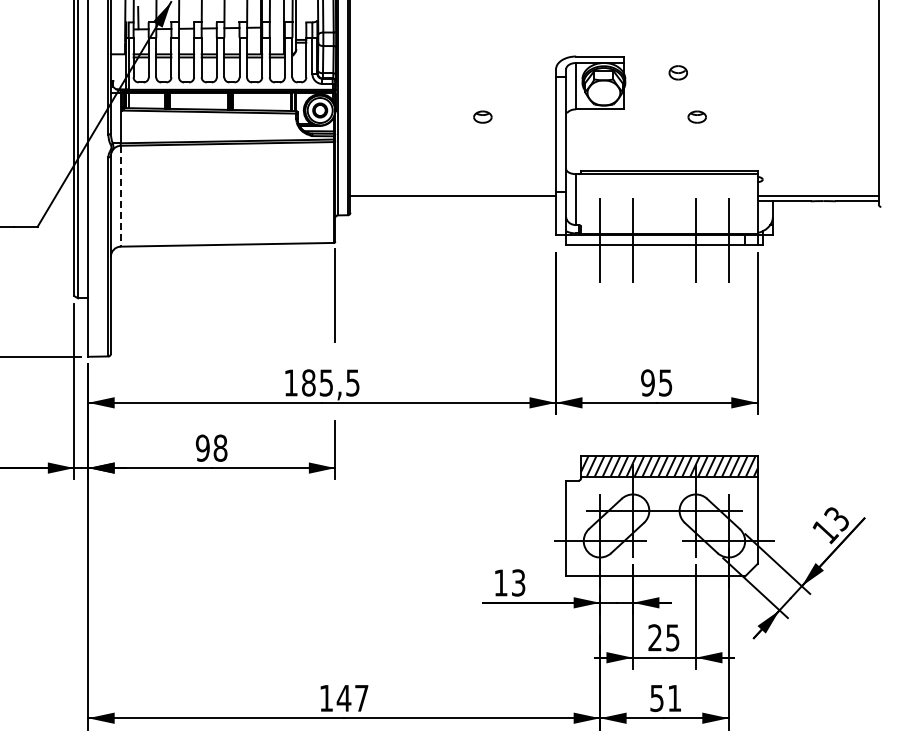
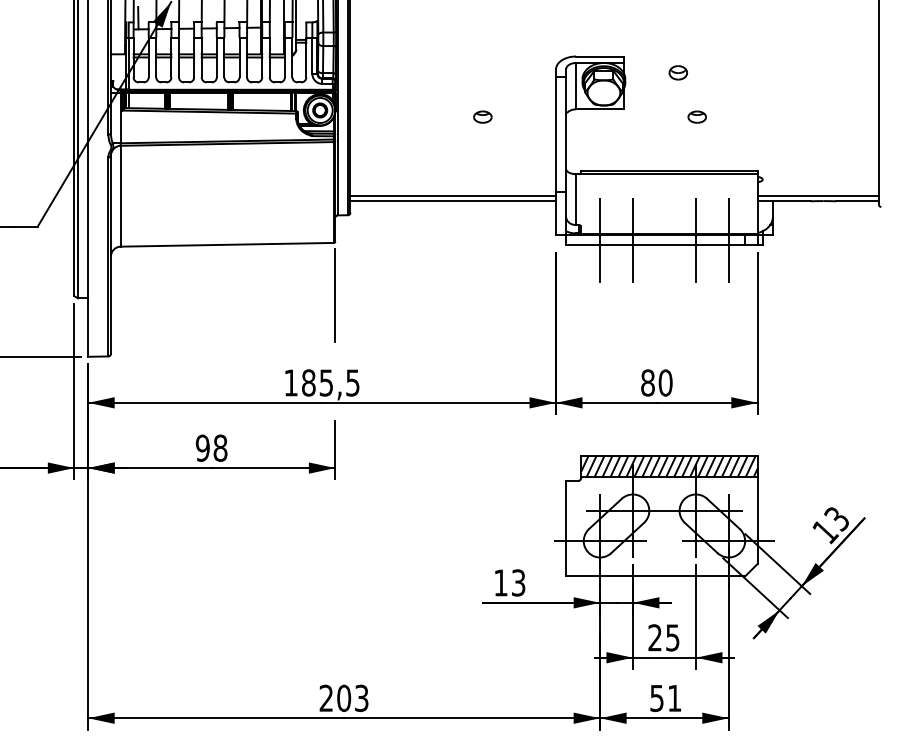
line at (120, 196): dashed -> solid
line at (453, 201): none -> present
text at (656, 382): 95 -> 80
text at (343, 698): 147 -> 203
